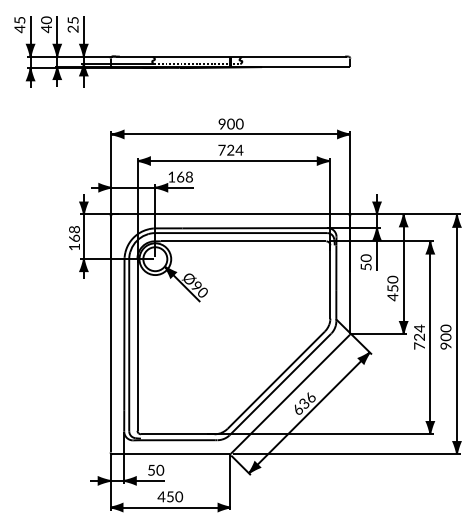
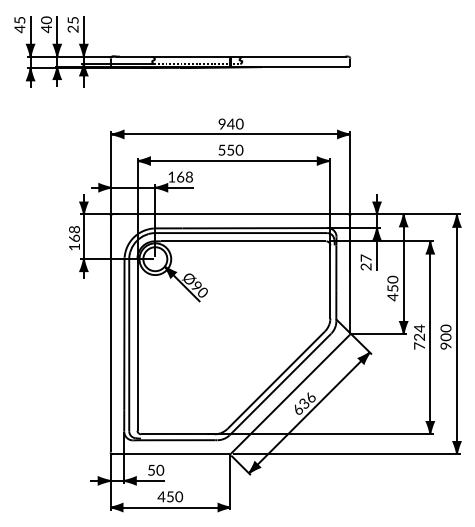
text at (230, 123): 900 -> 940
text at (230, 149): 724 -> 550
text at (365, 262): 50 -> 27
